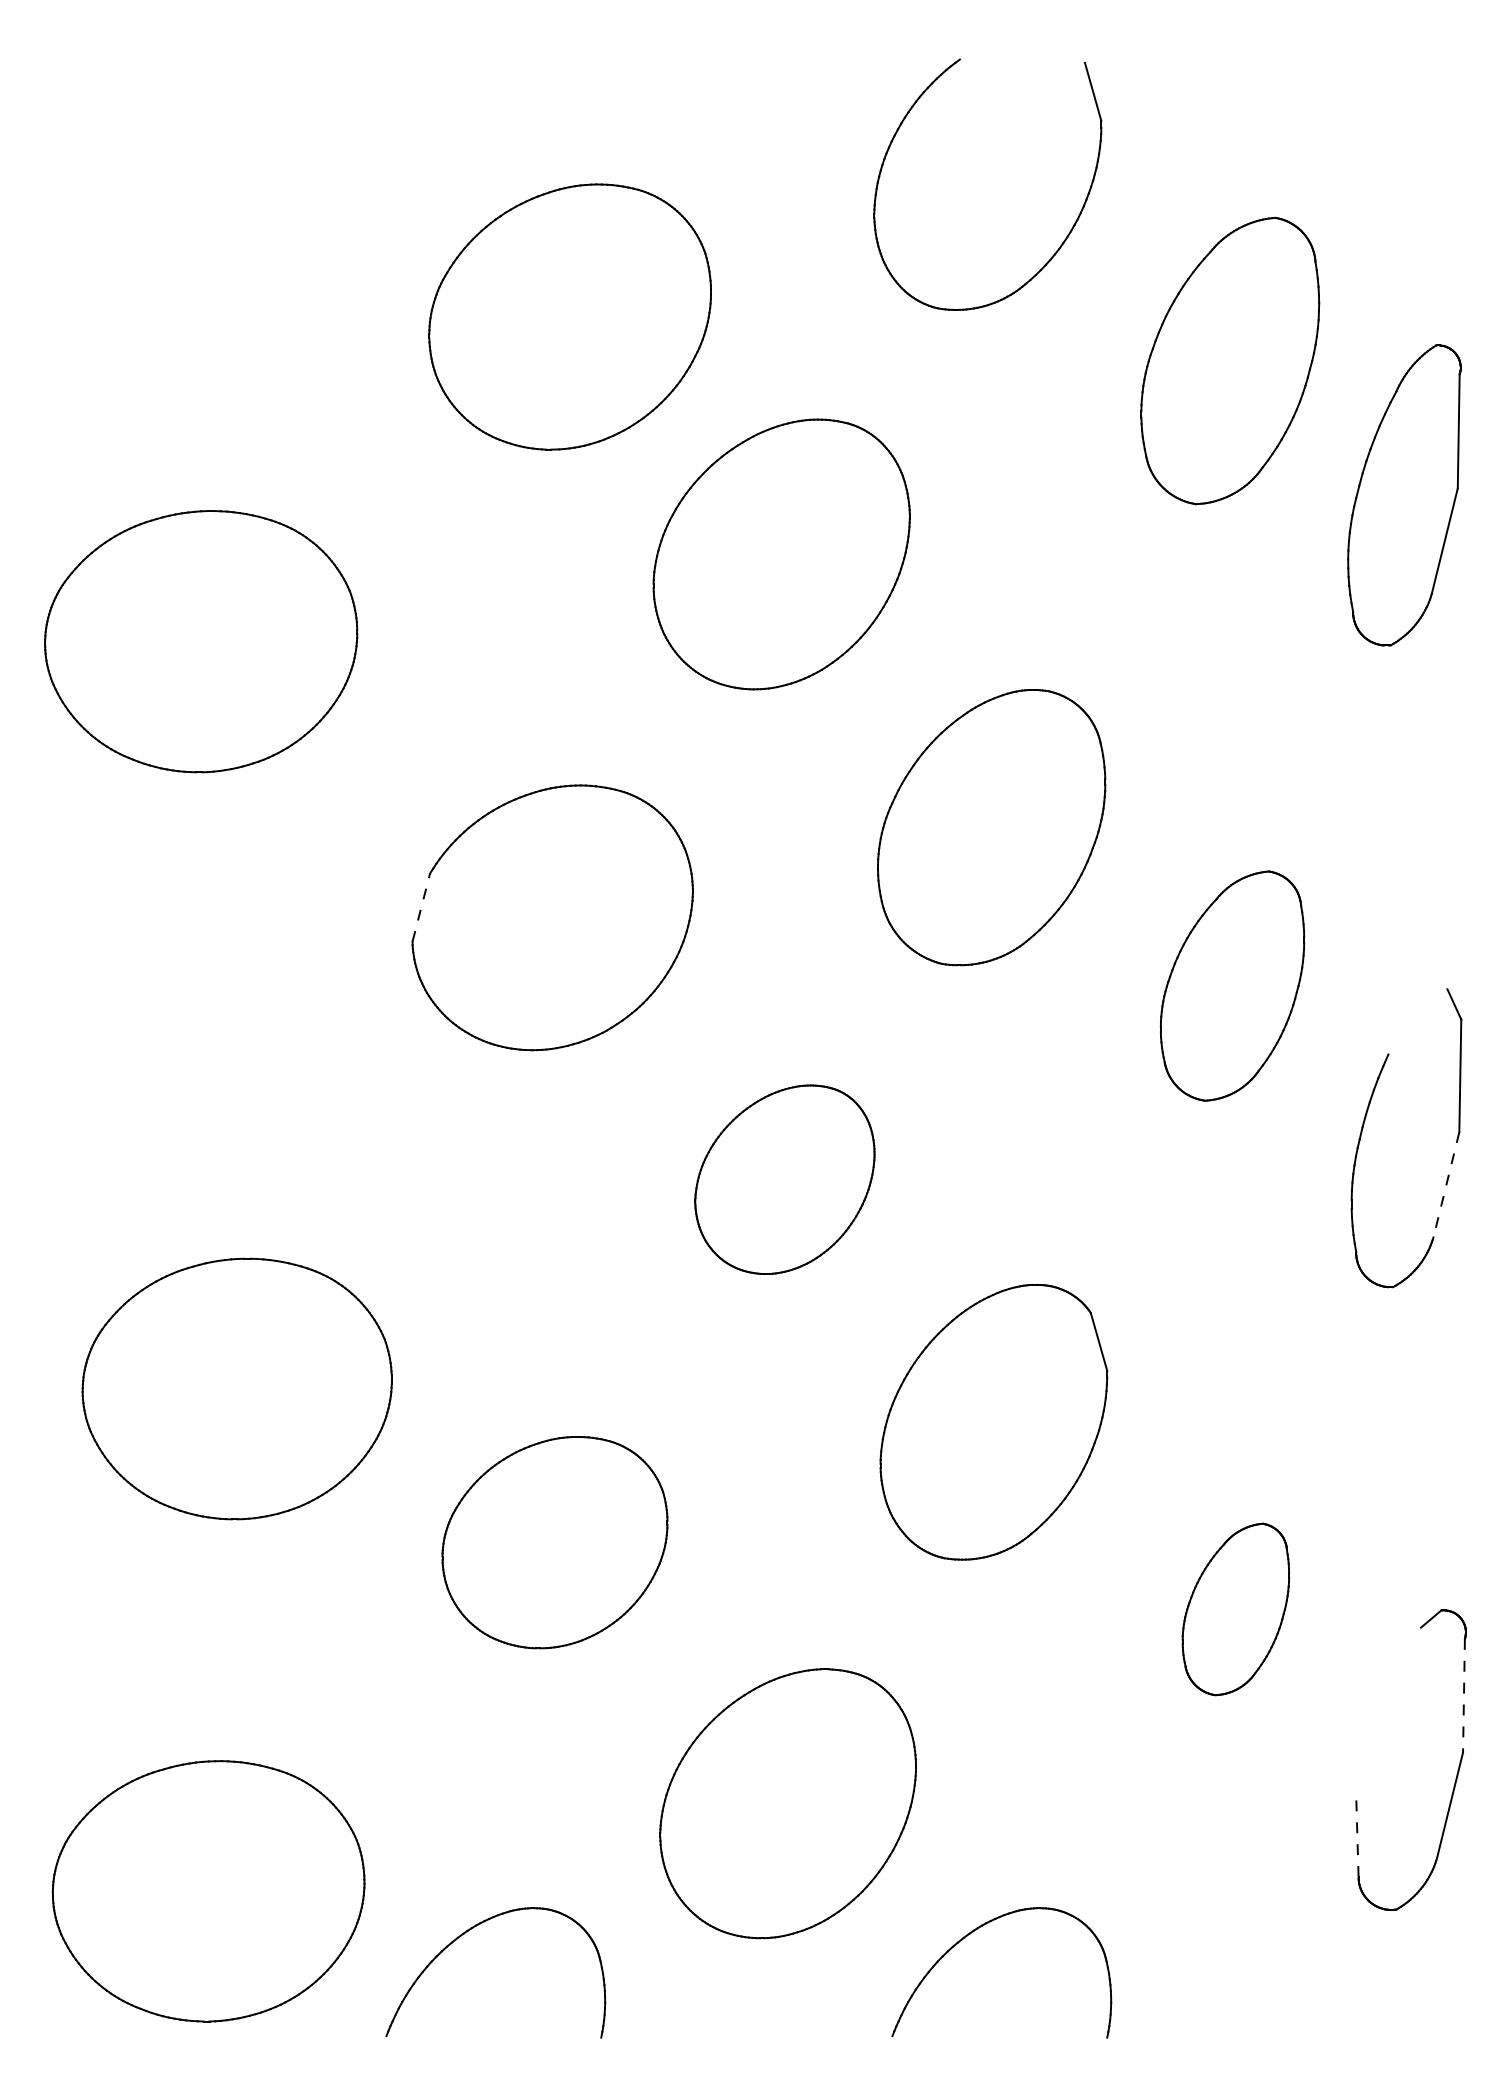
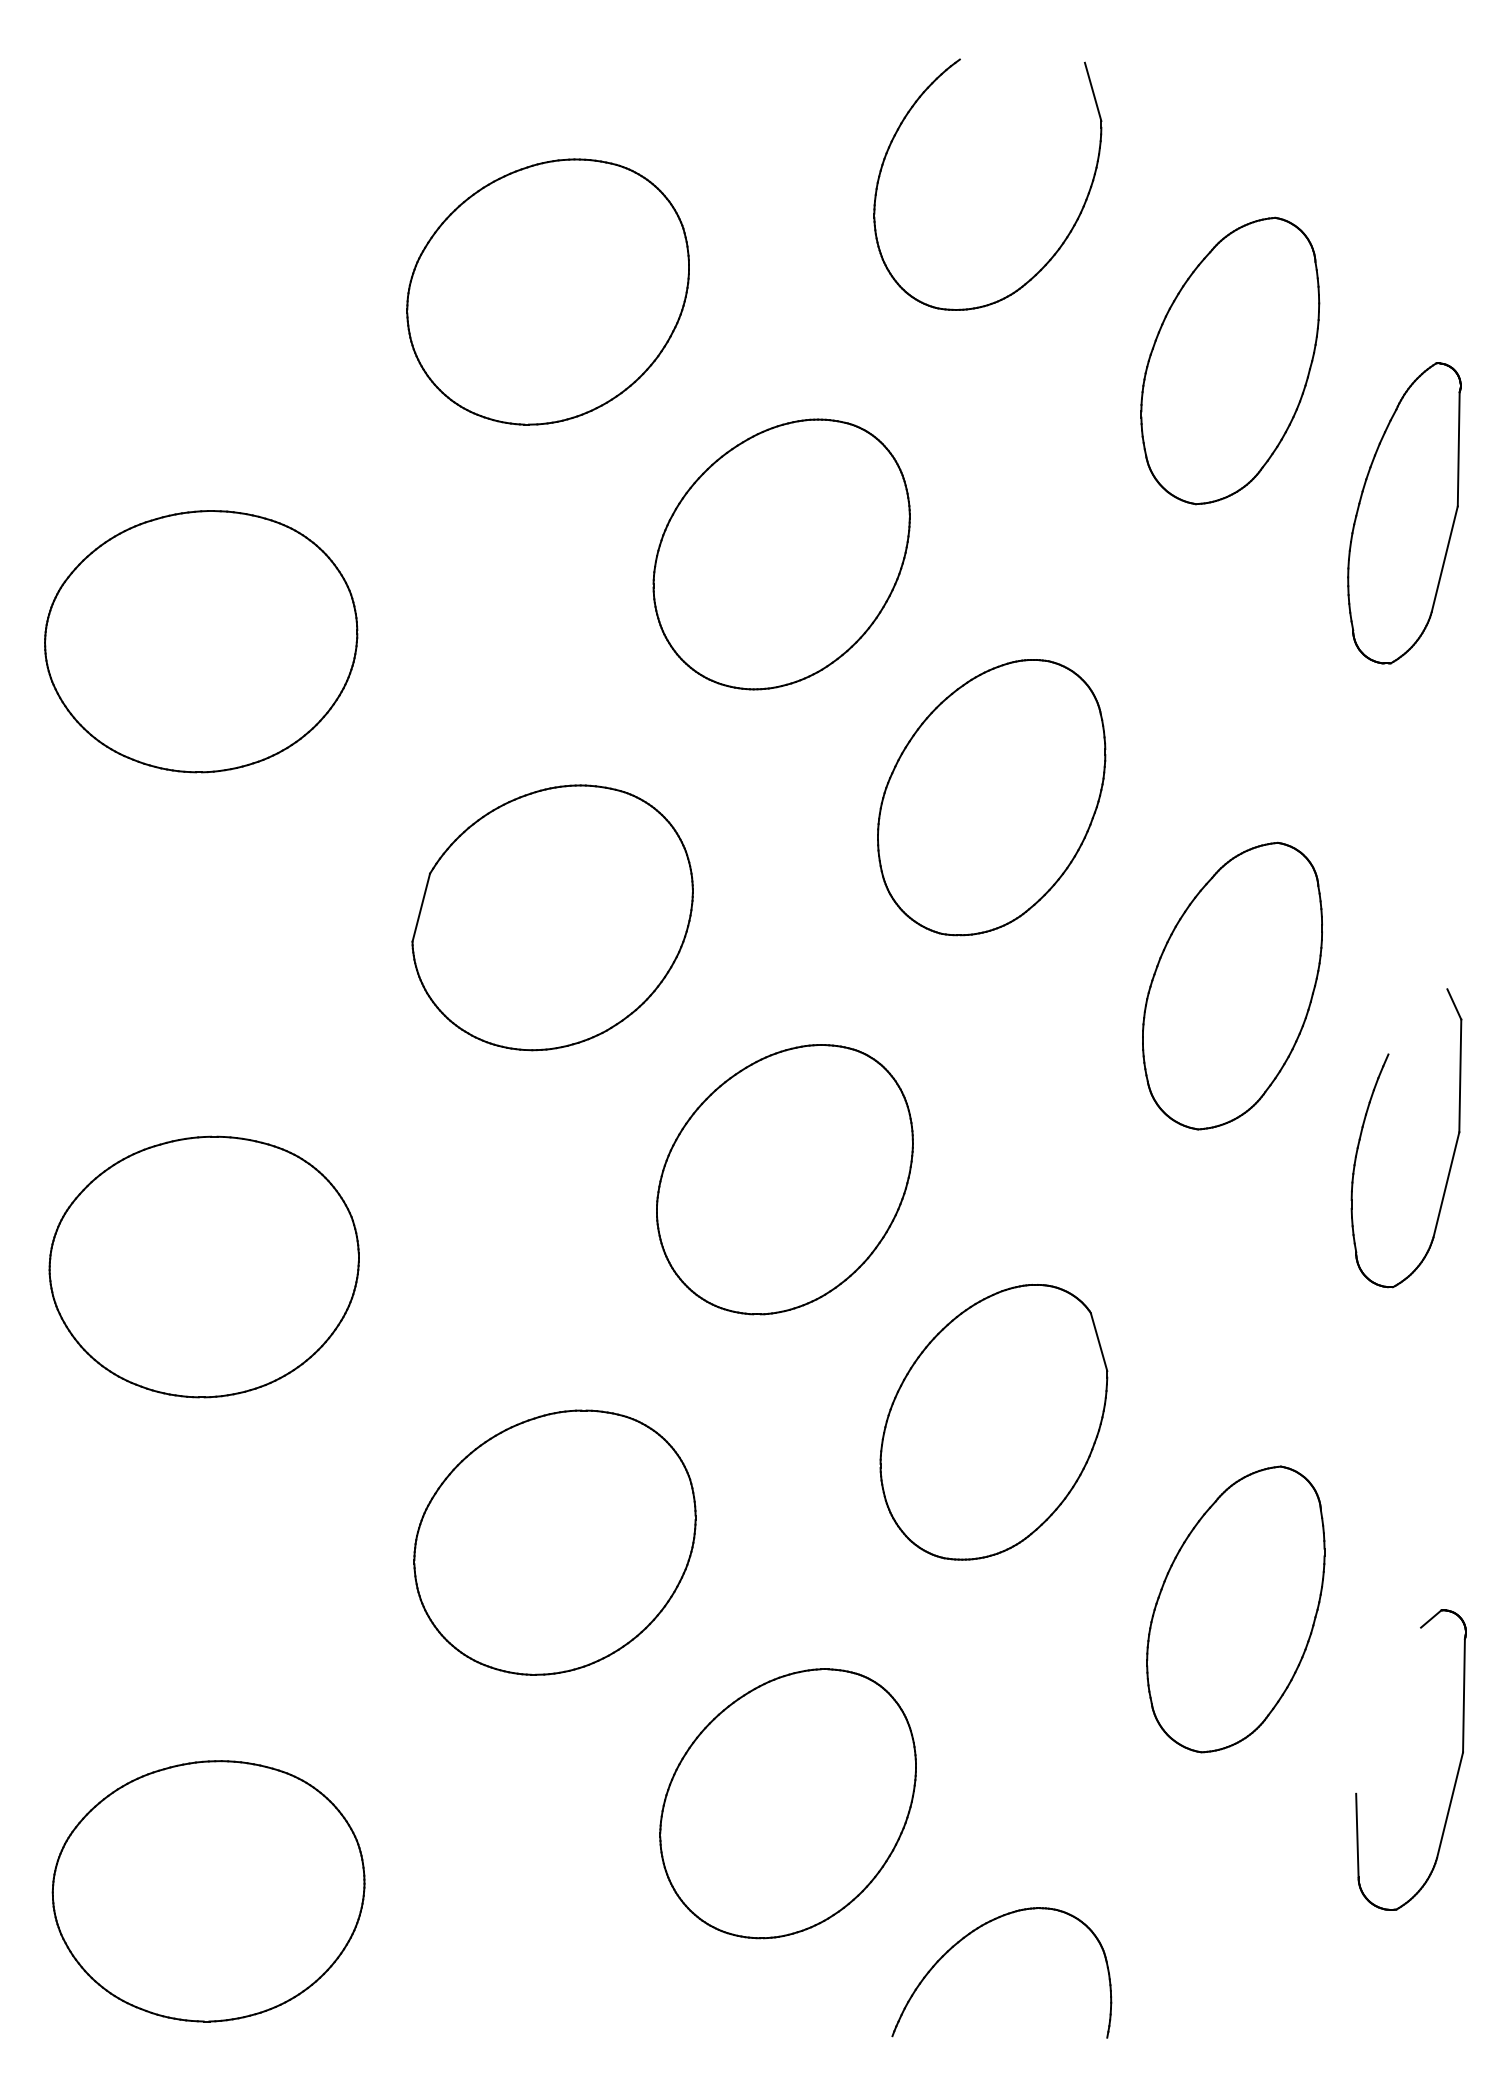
part at (569, 316) position: (569, 316) -> (547, 291)
part at (1404, 495) position: (1404, 495) -> (1404, 513)
part at (991, 827) position: (991, 827) -> (991, 797)
line at (421, 907): dashed -> solid
part at (1232, 985) size: 146x232 px -> 181x290 px
part at (784, 1179) size: 182x191 px -> 258x272 px
line at (1446, 1185): dashed -> solid
part at (236, 1388) position: (236, 1388) -> (203, 1266)
part at (554, 1542) size: 228x214 px -> 284x267 px
part at (1235, 1609) size: 109x175 px -> 180x289 px
line at (1463, 1695): dashed -> solid
line at (1357, 1835): dashed -> solid
part at (467, 1932): present -> none
